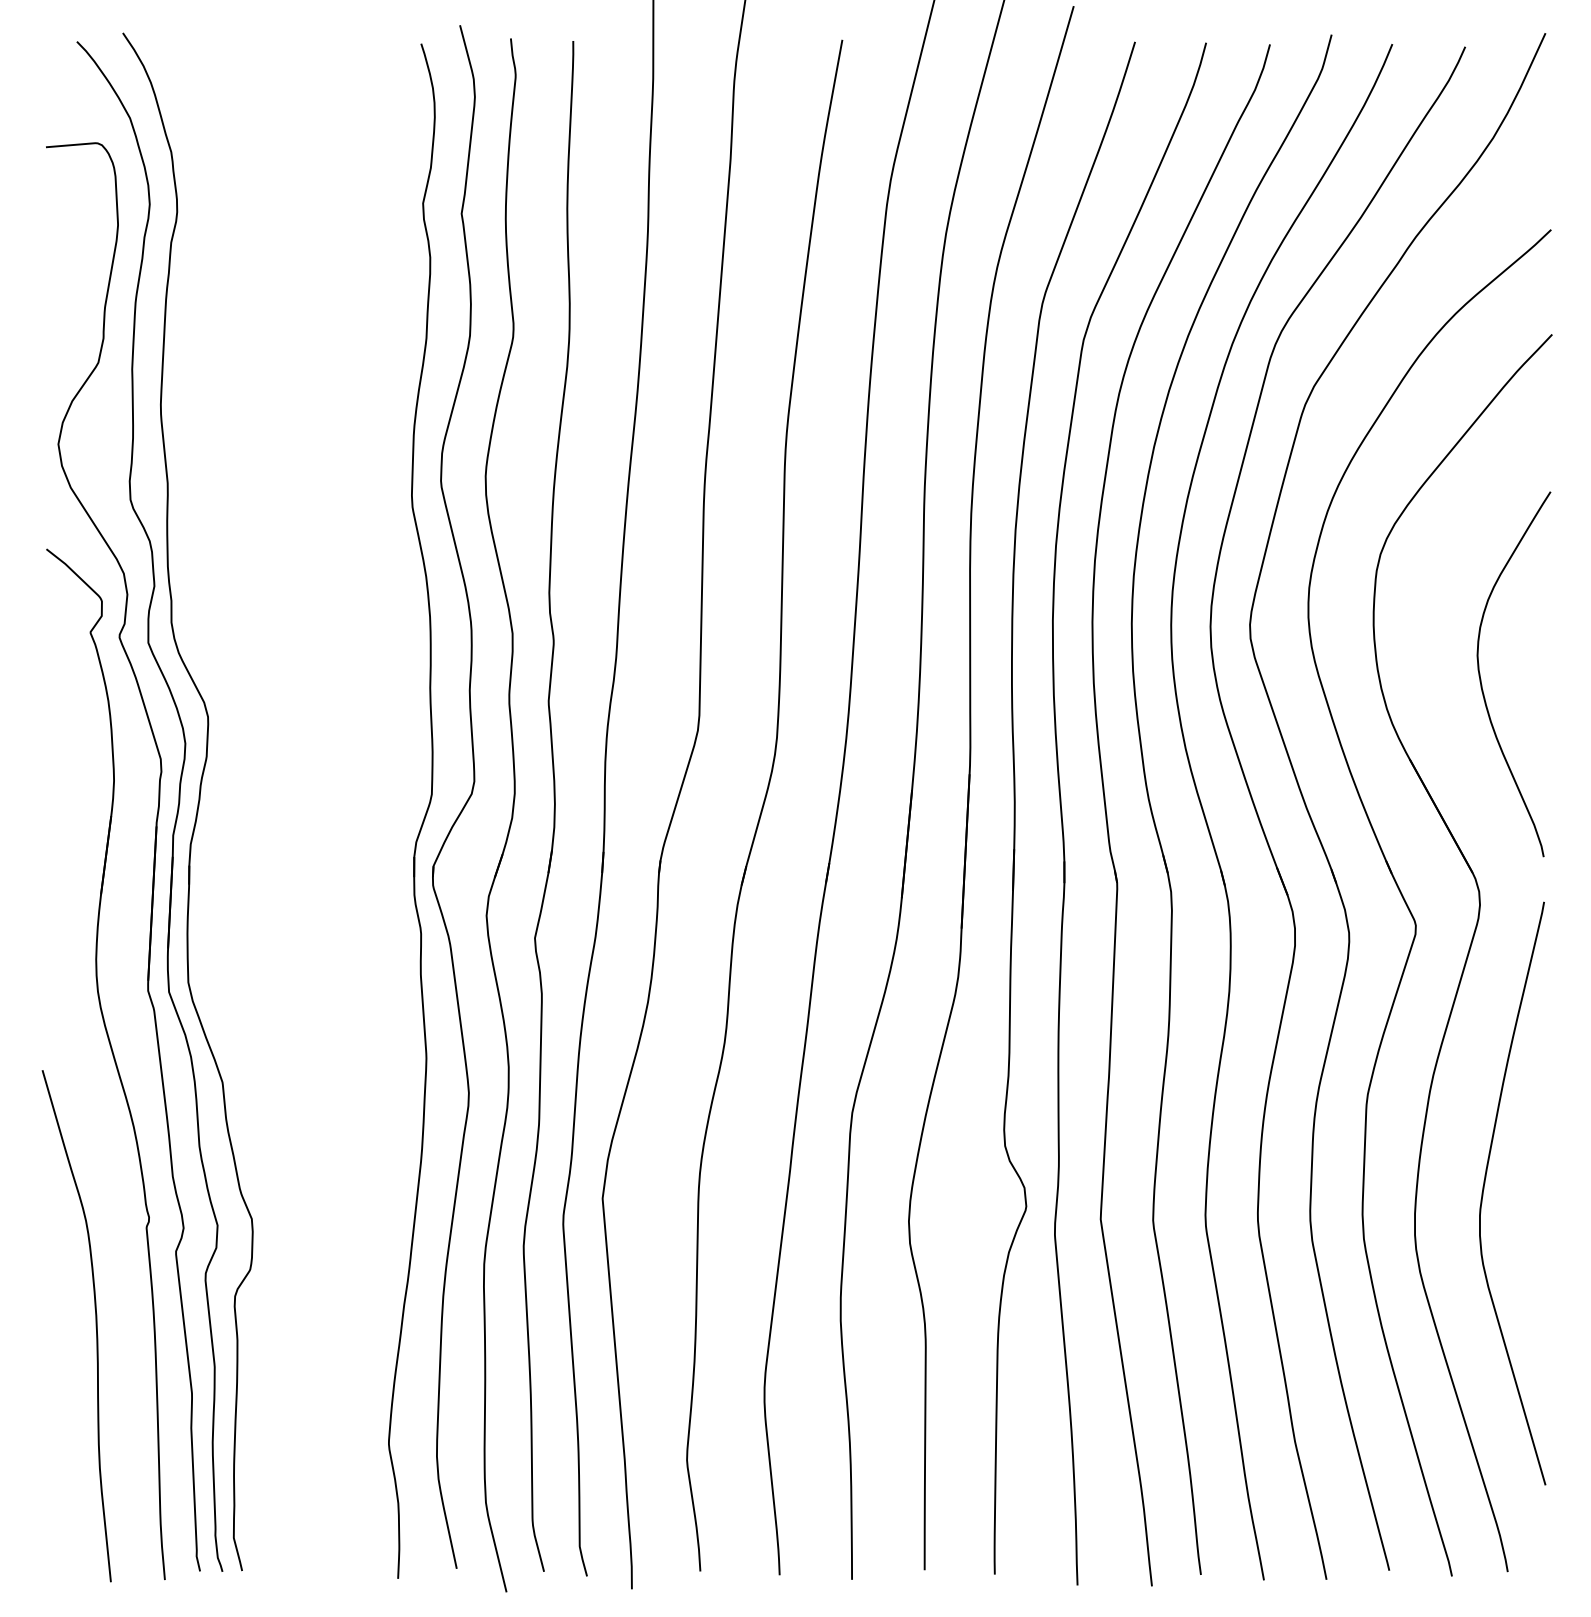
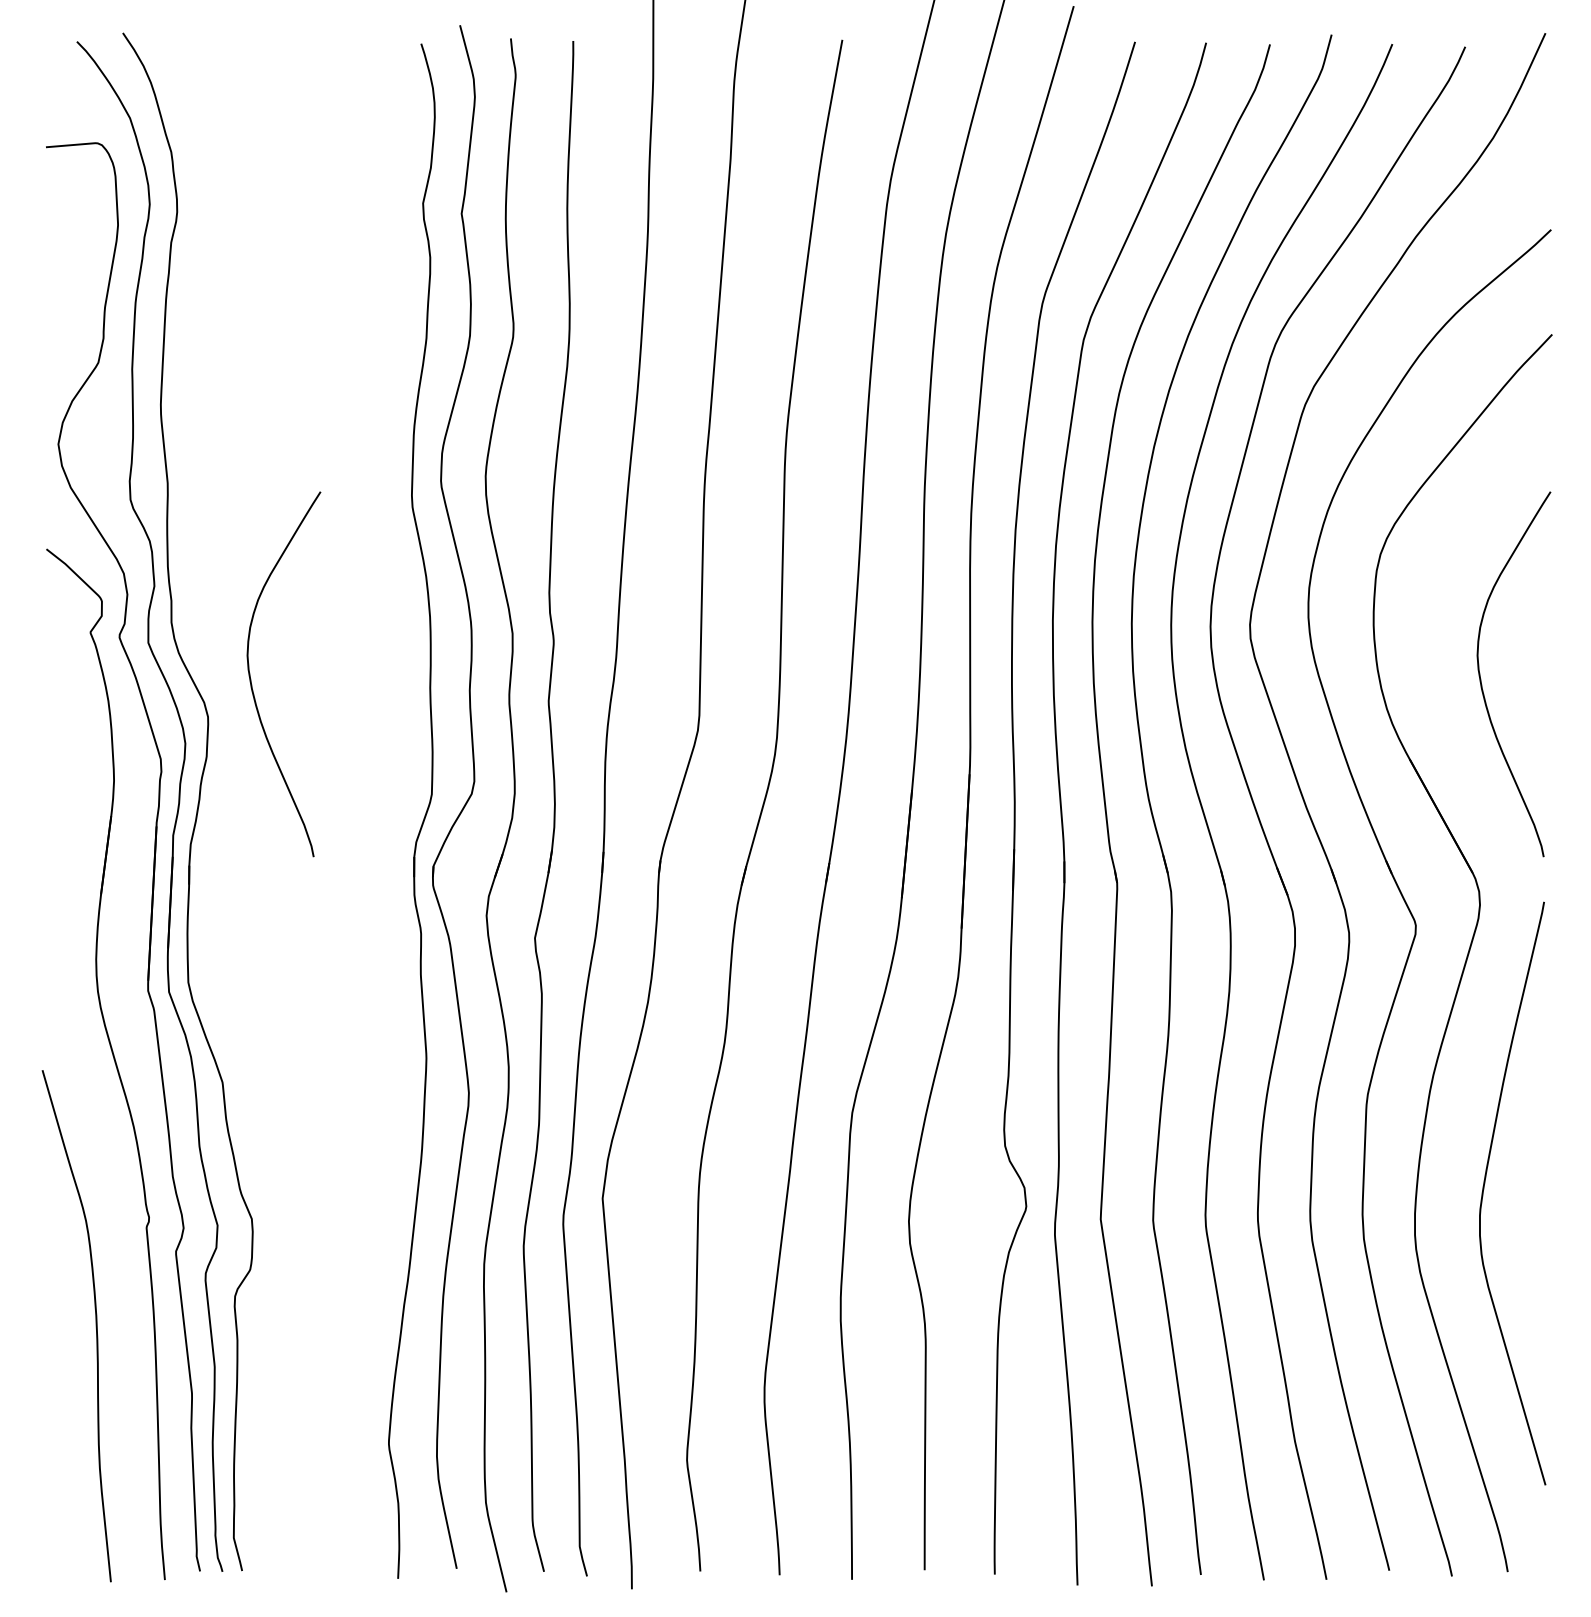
curve at (251, 679): none -> present
